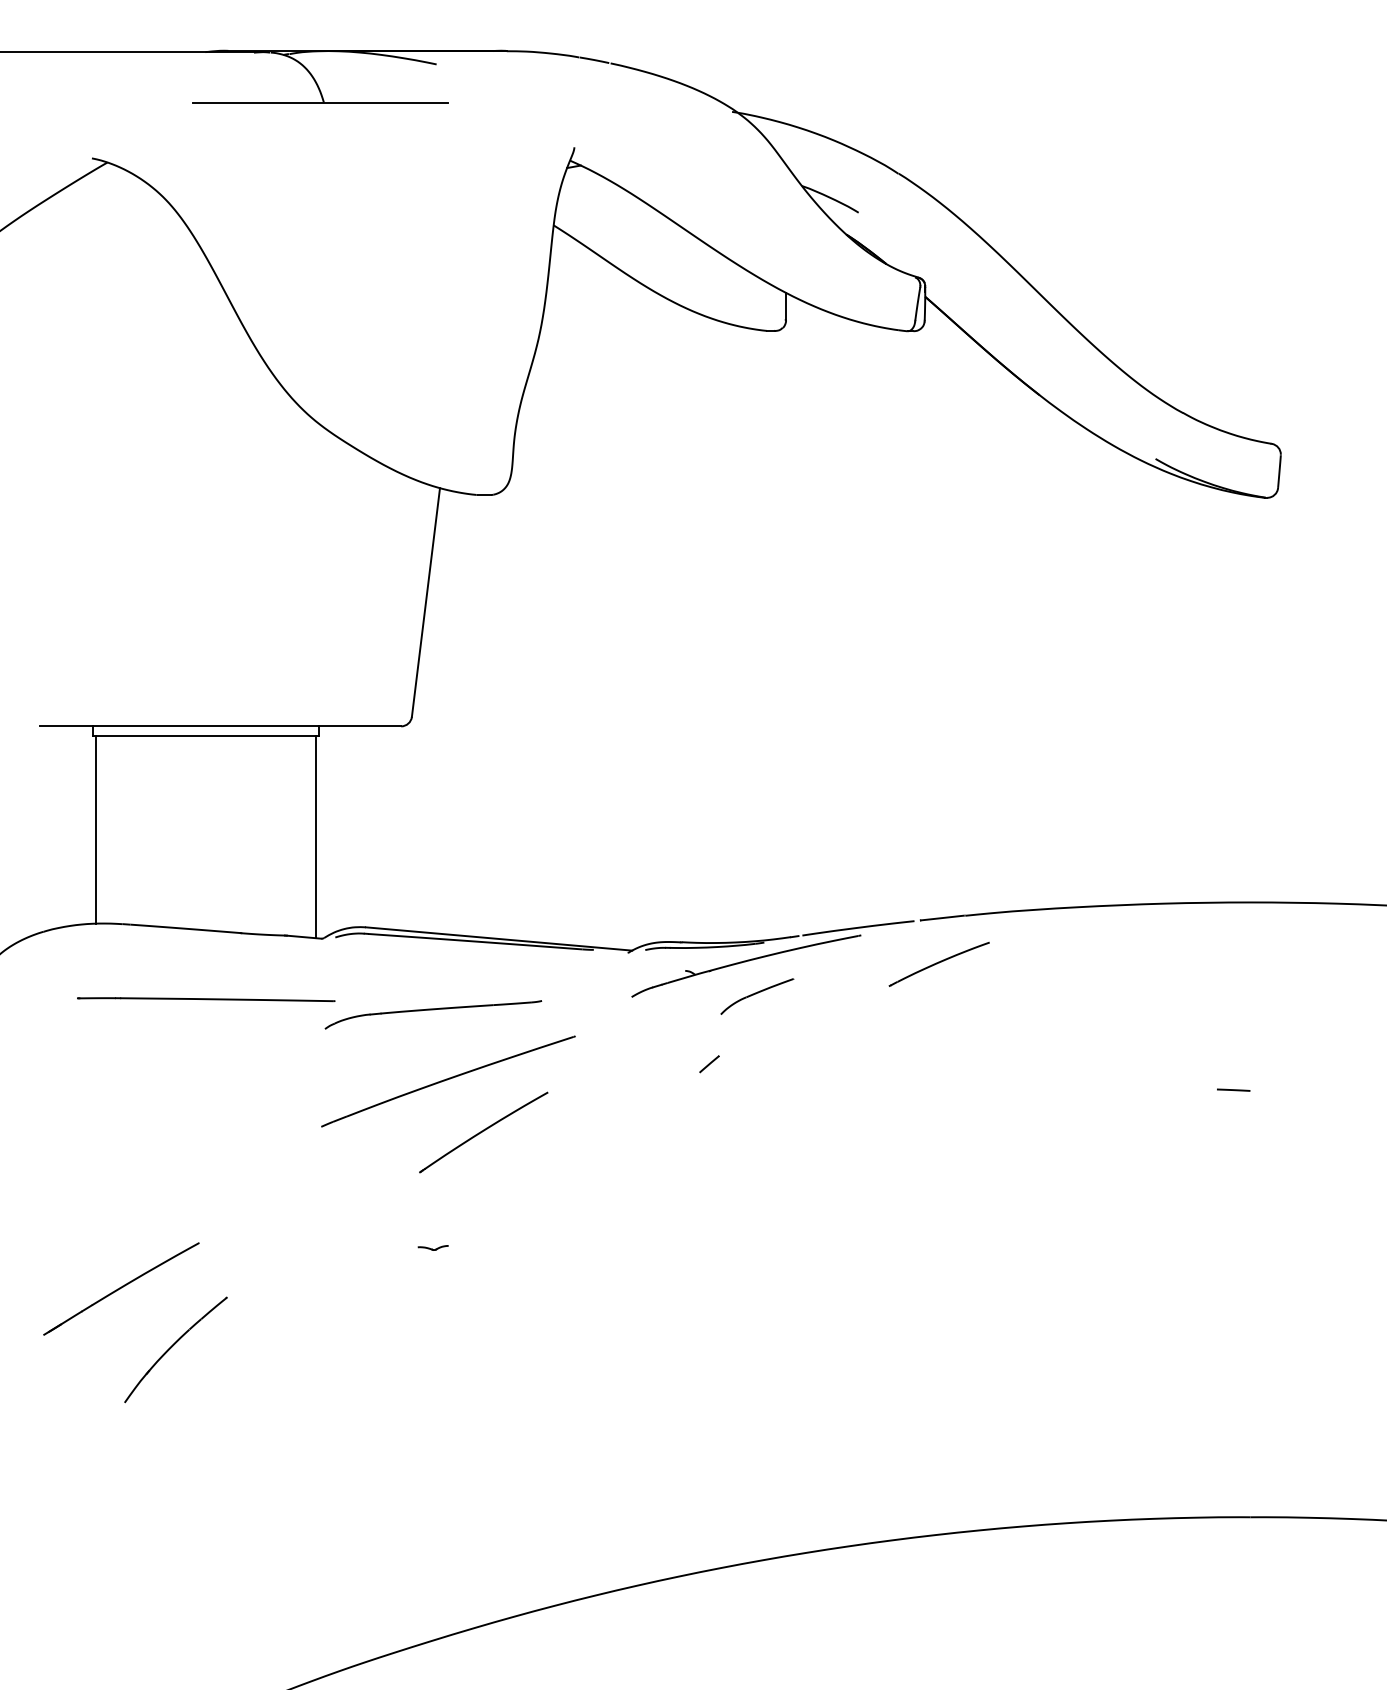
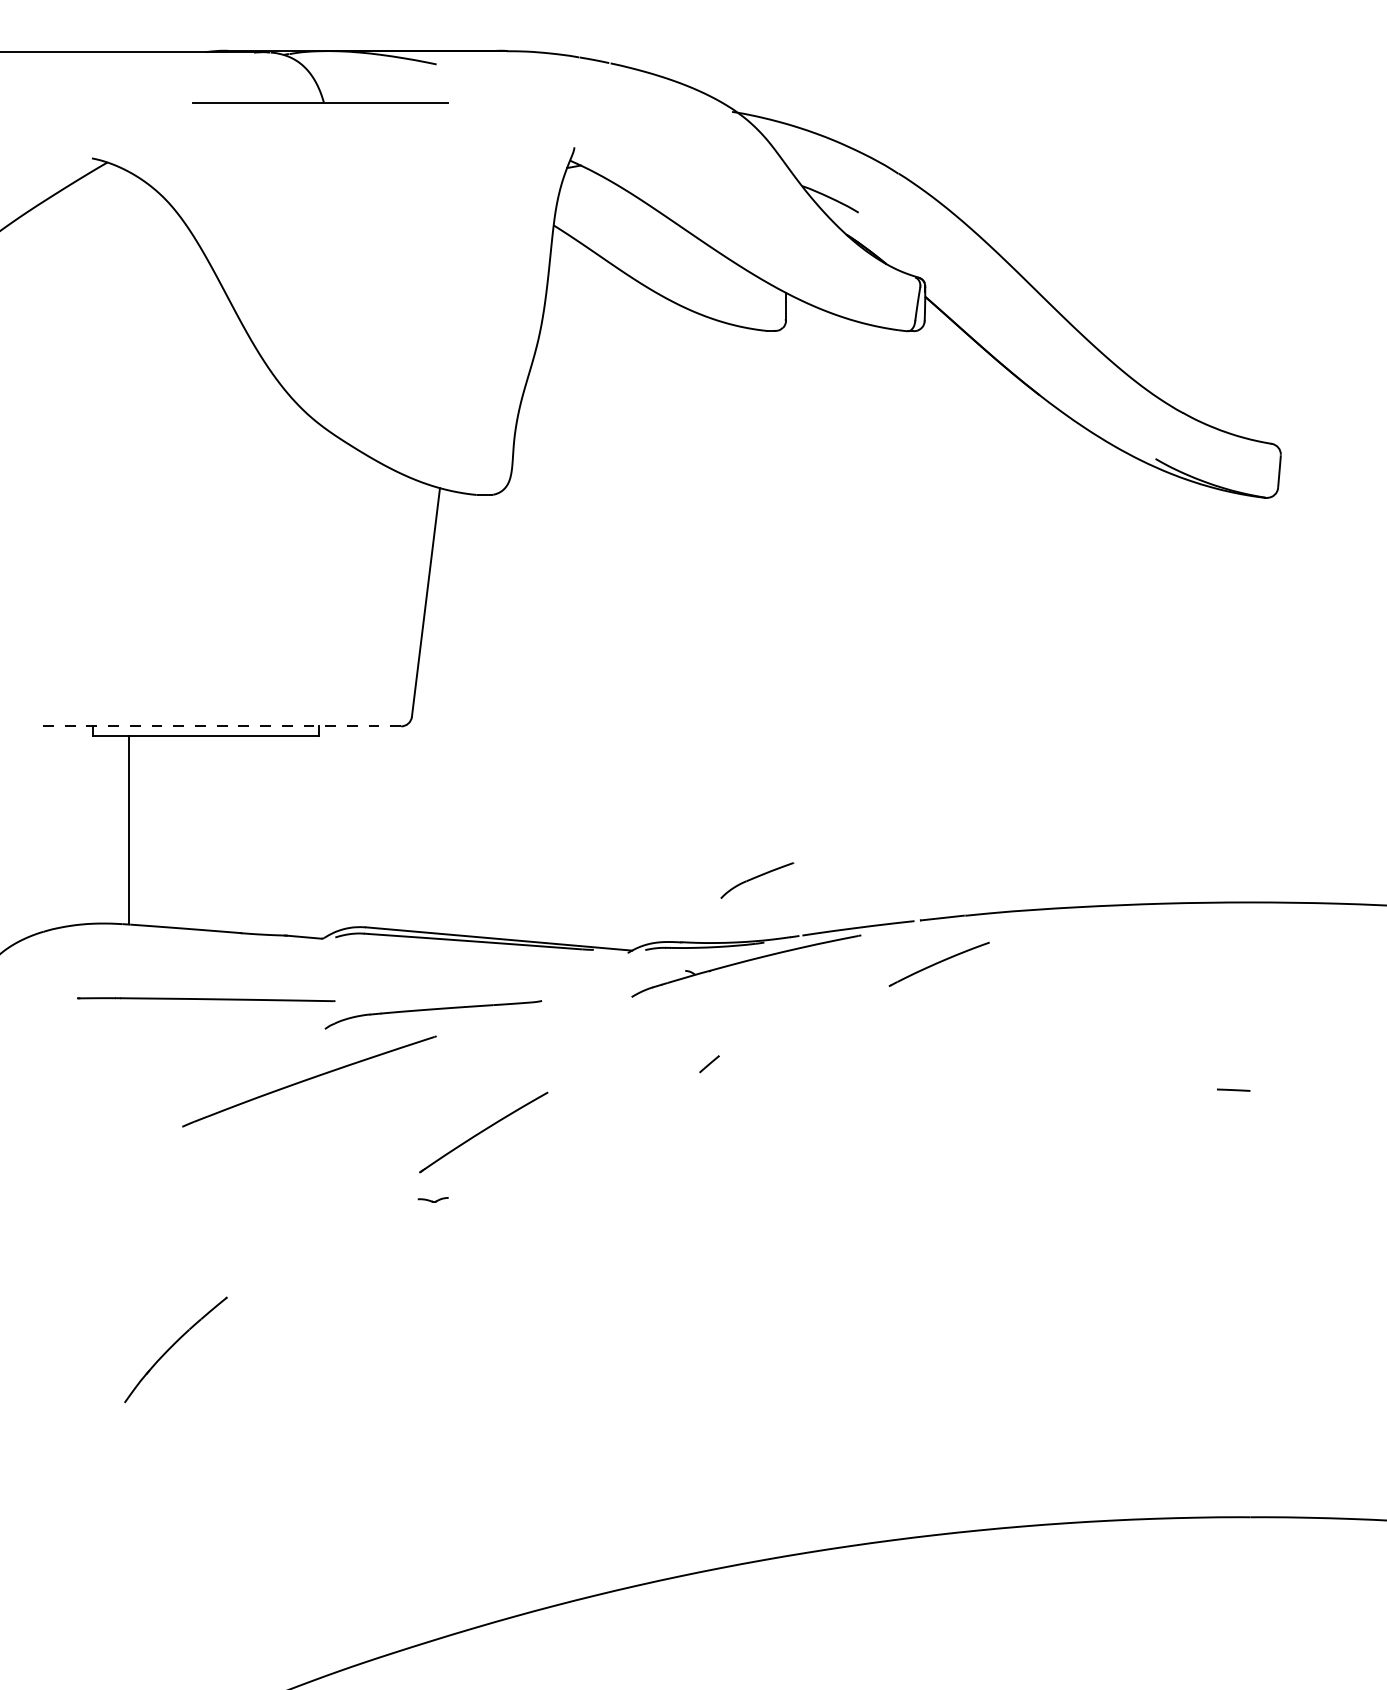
line at (220, 726): solid -> dashed
line at (95, 829) position: (95, 829) -> (128, 829)
line at (316, 837): present -> none
part at (757, 996) position: (757, 996) -> (757, 880)
part at (448, 1081) position: (448, 1081) -> (309, 1081)
part at (432, 1247) position: (432, 1247) -> (432, 1199)
part at (121, 1288): present -> none
